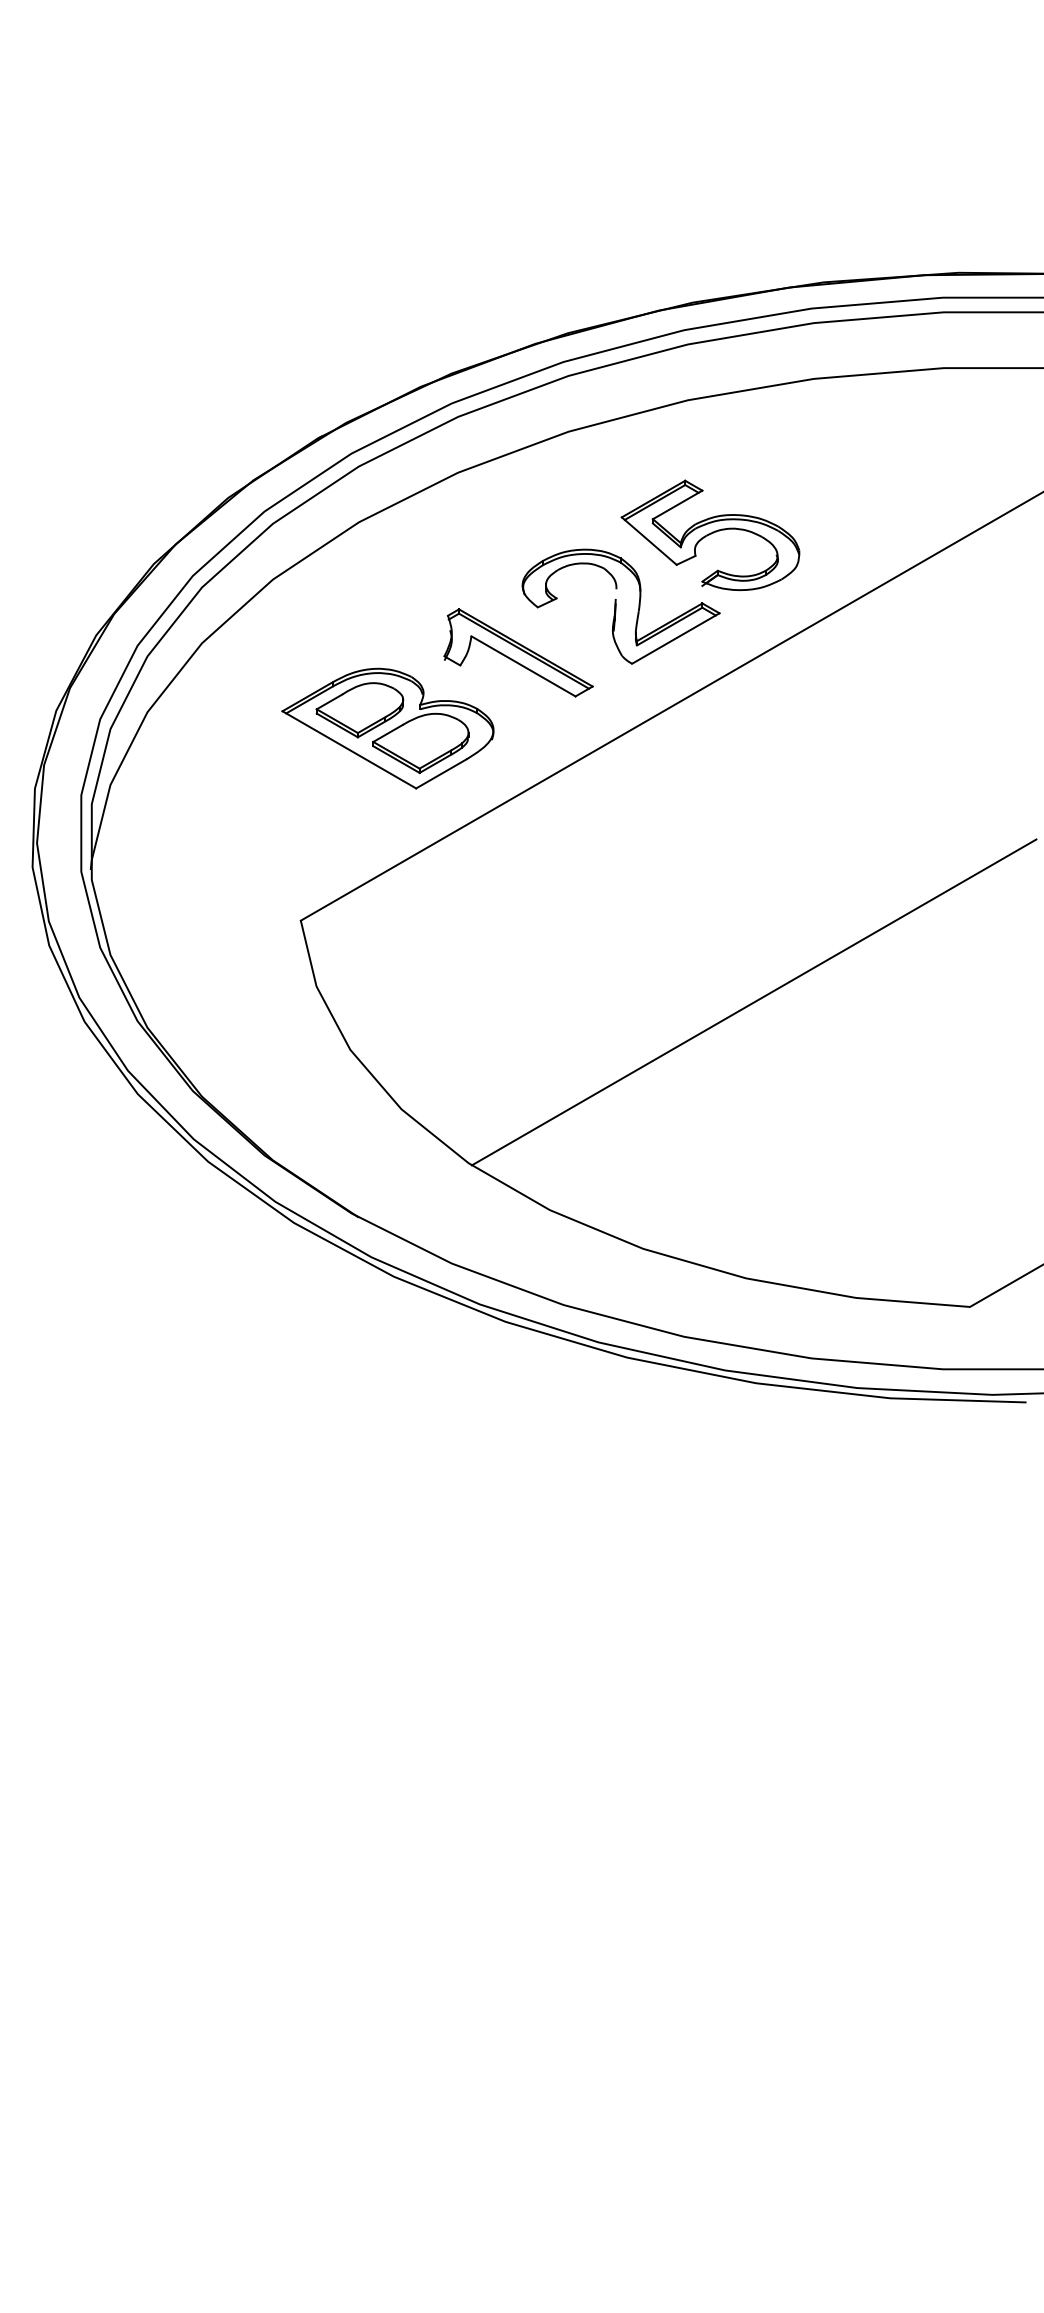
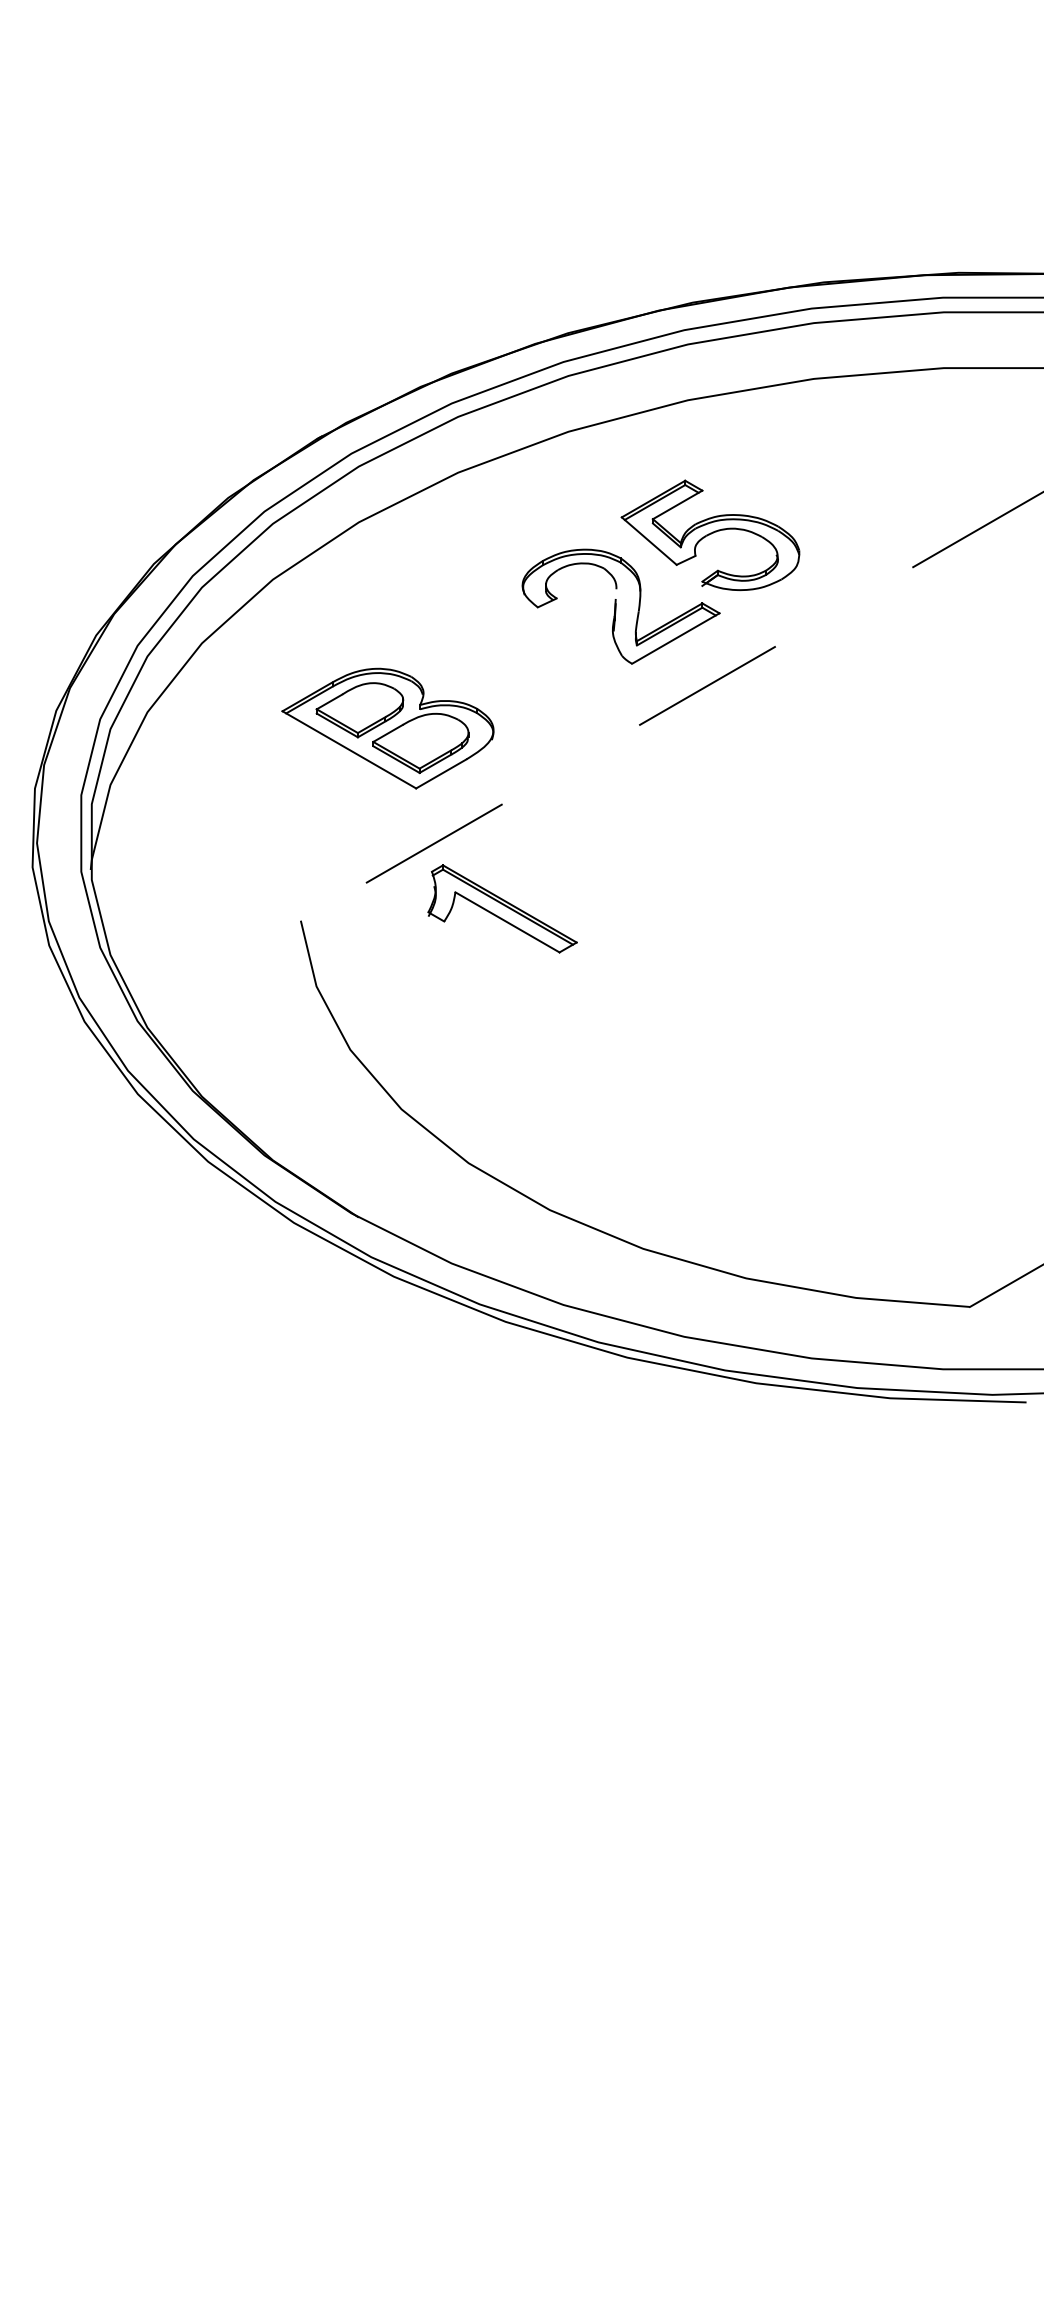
part at (518, 652) position: (518, 652) -> (502, 908)
line at (672, 706): solid -> dashed
line at (753, 1002): present -> none
